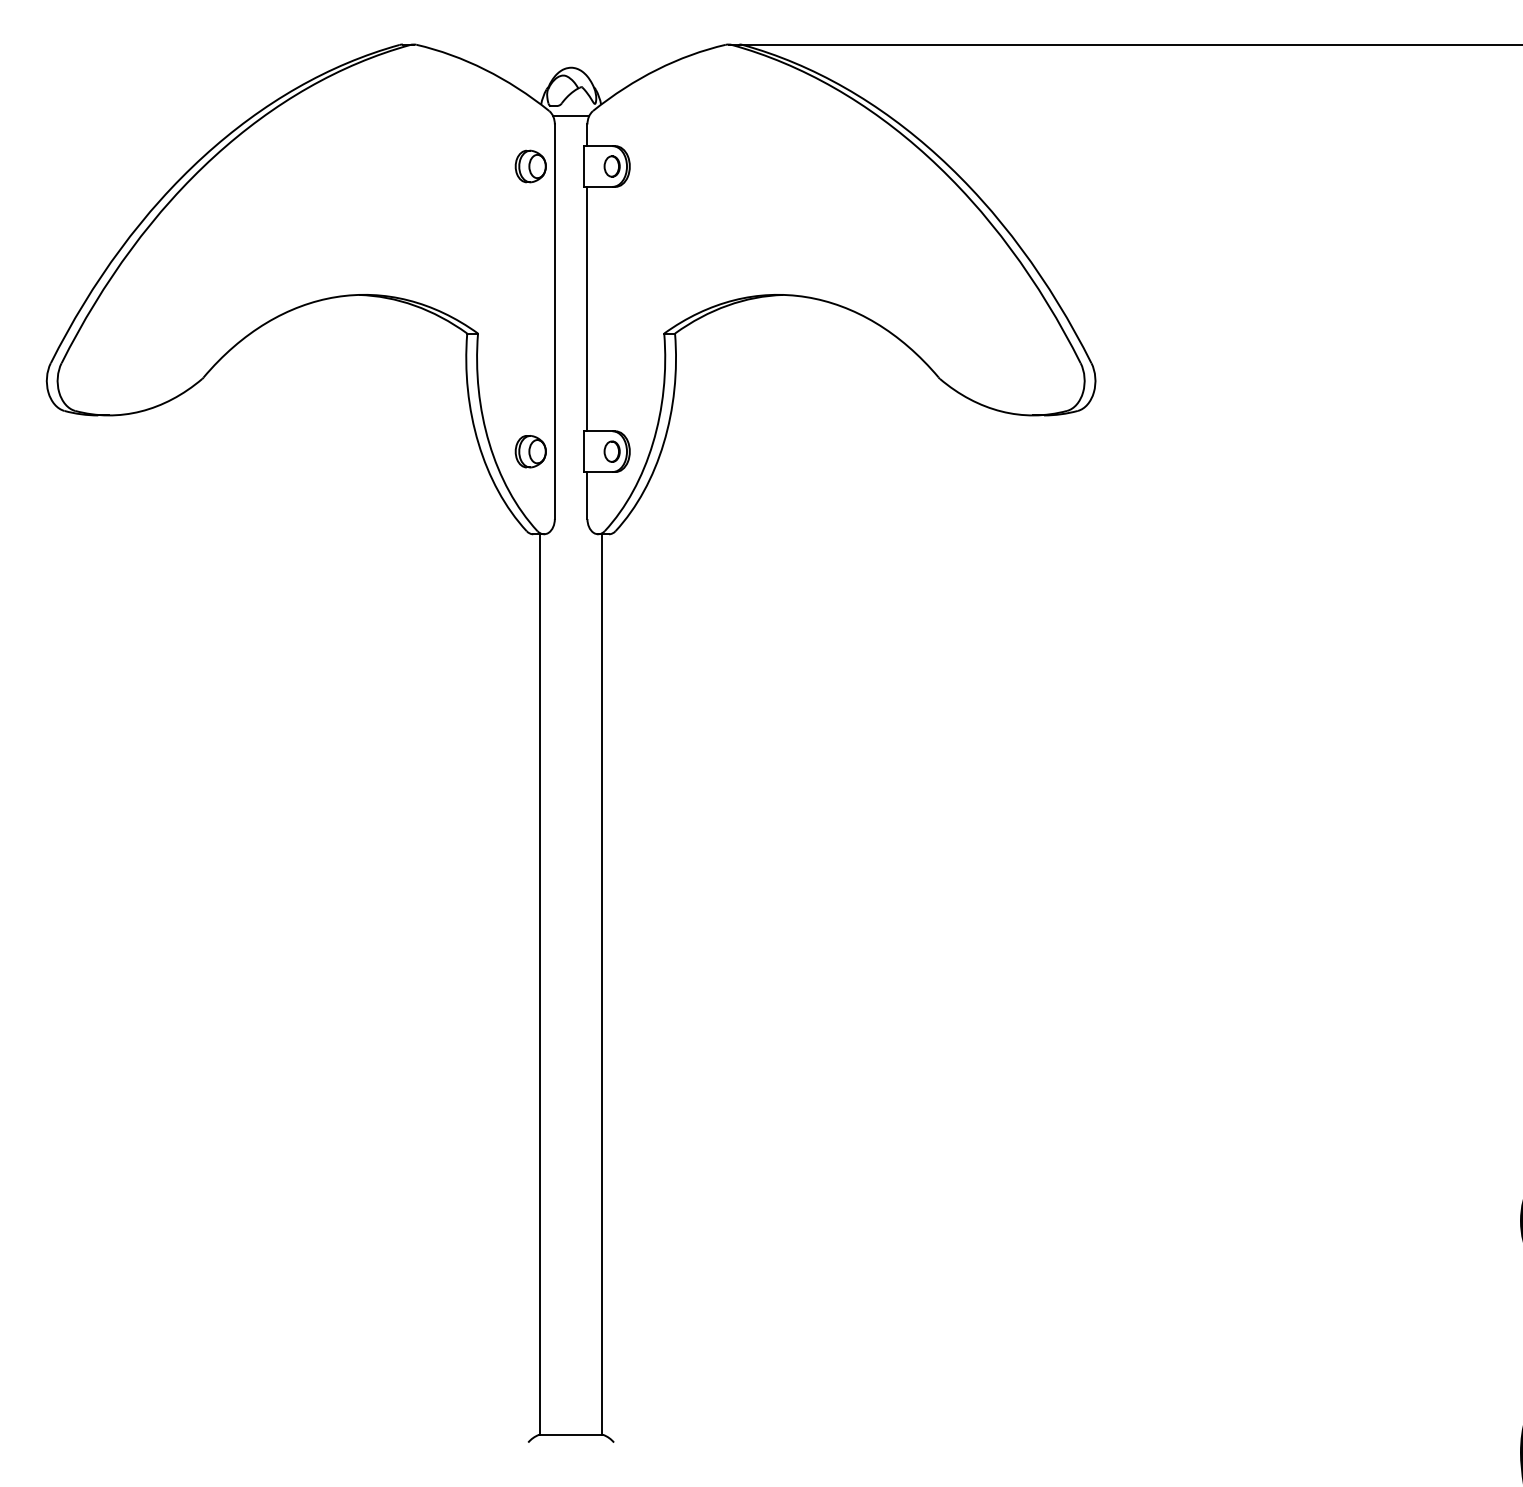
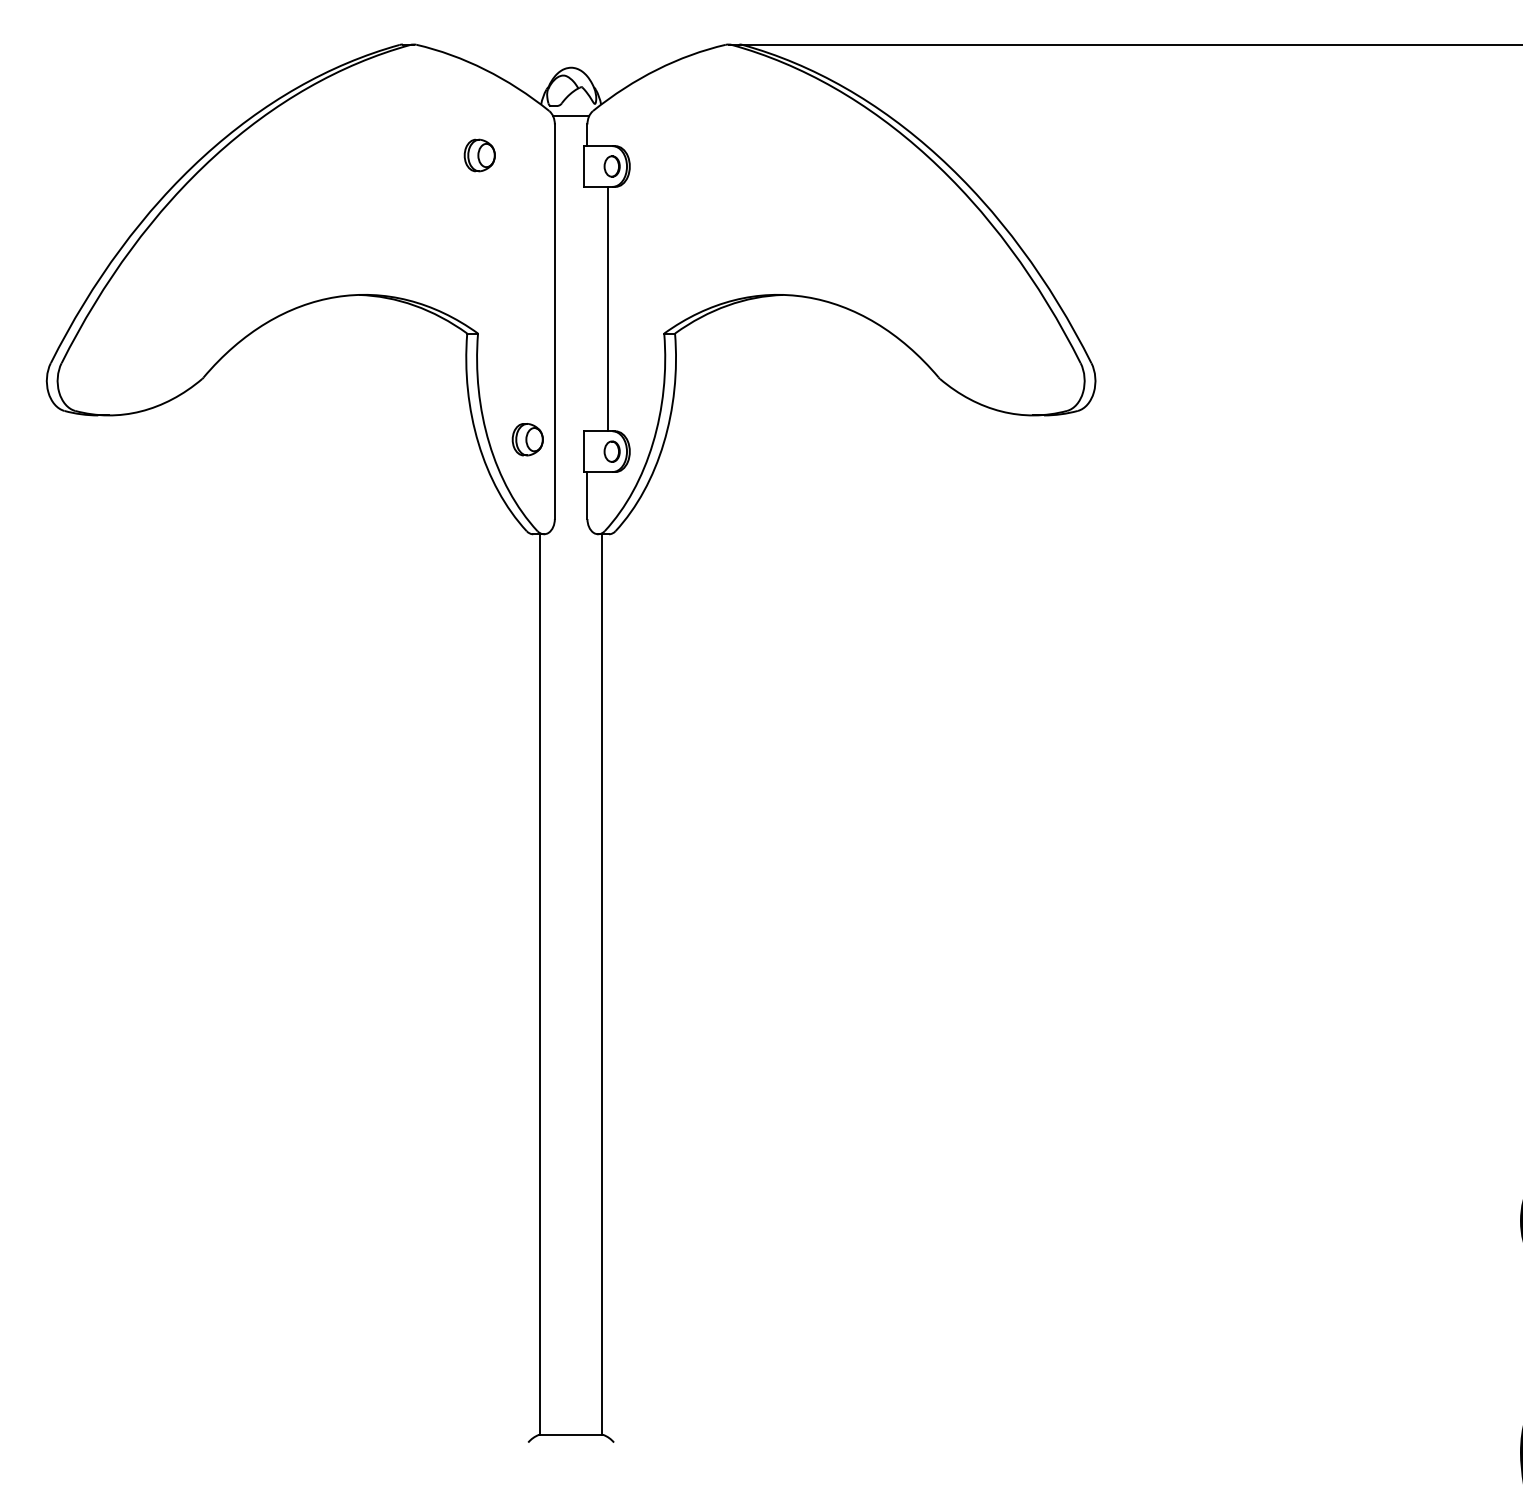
part at (530, 166) position: (530, 166) -> (479, 155)
line at (587, 308) position: (587, 308) -> (608, 308)
part at (530, 451) position: (530, 451) -> (527, 439)
